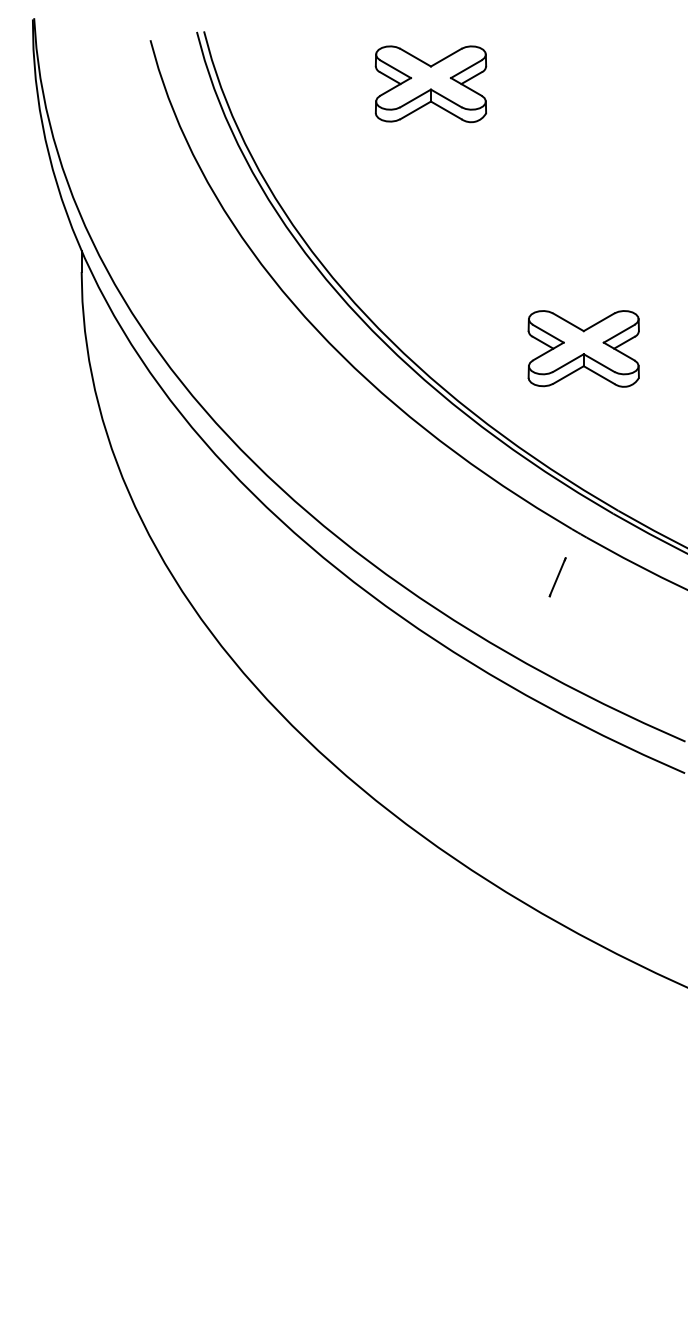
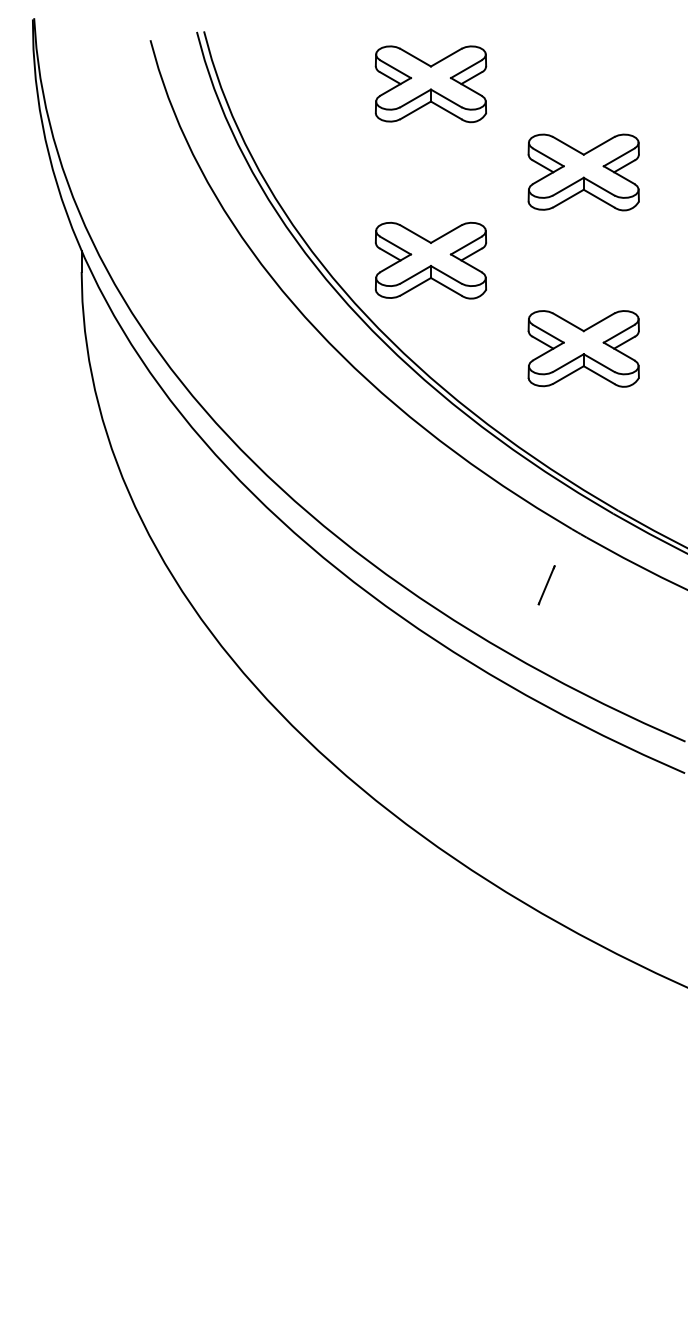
part at (583, 172): none -> present
part at (430, 260): none -> present
line at (557, 577) position: (557, 577) -> (546, 585)
